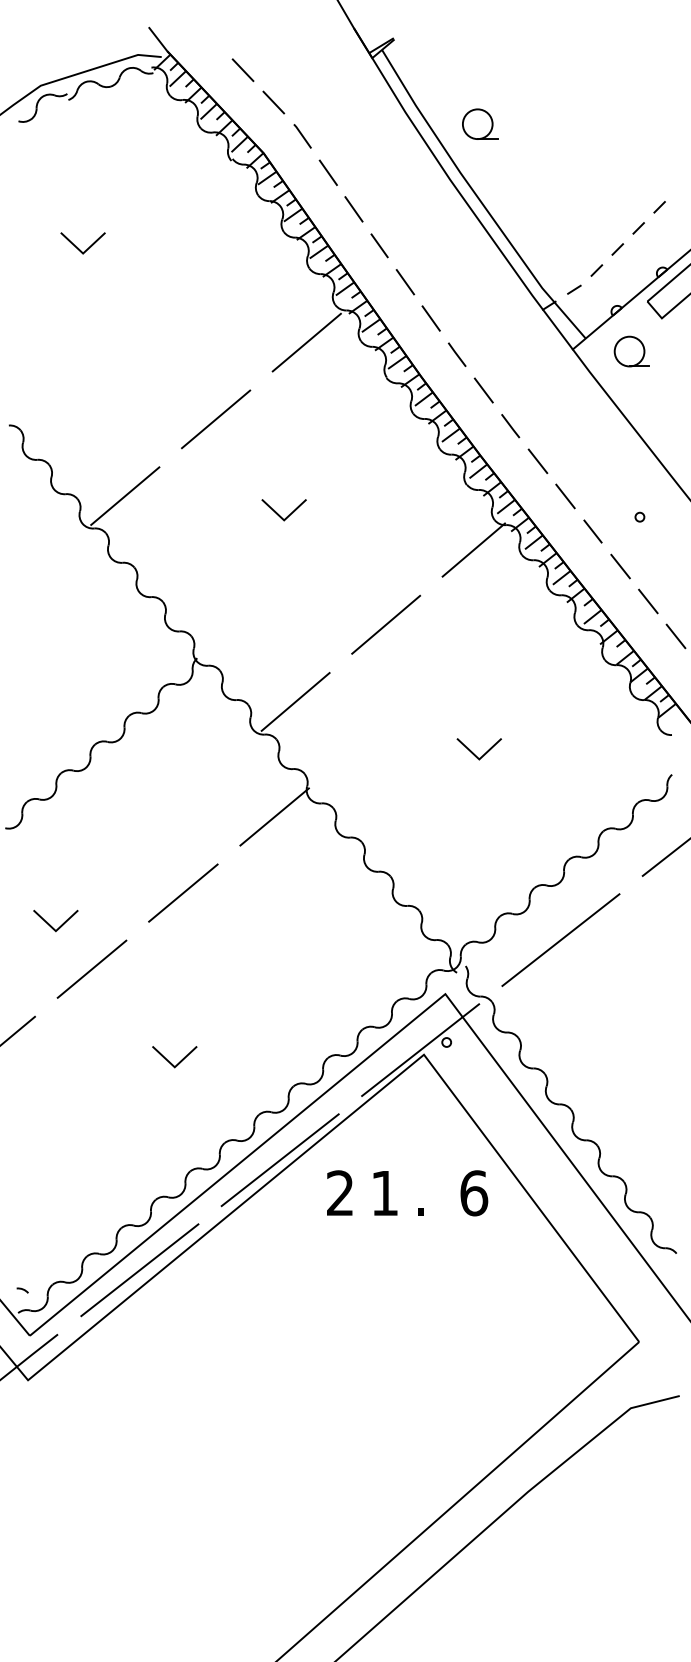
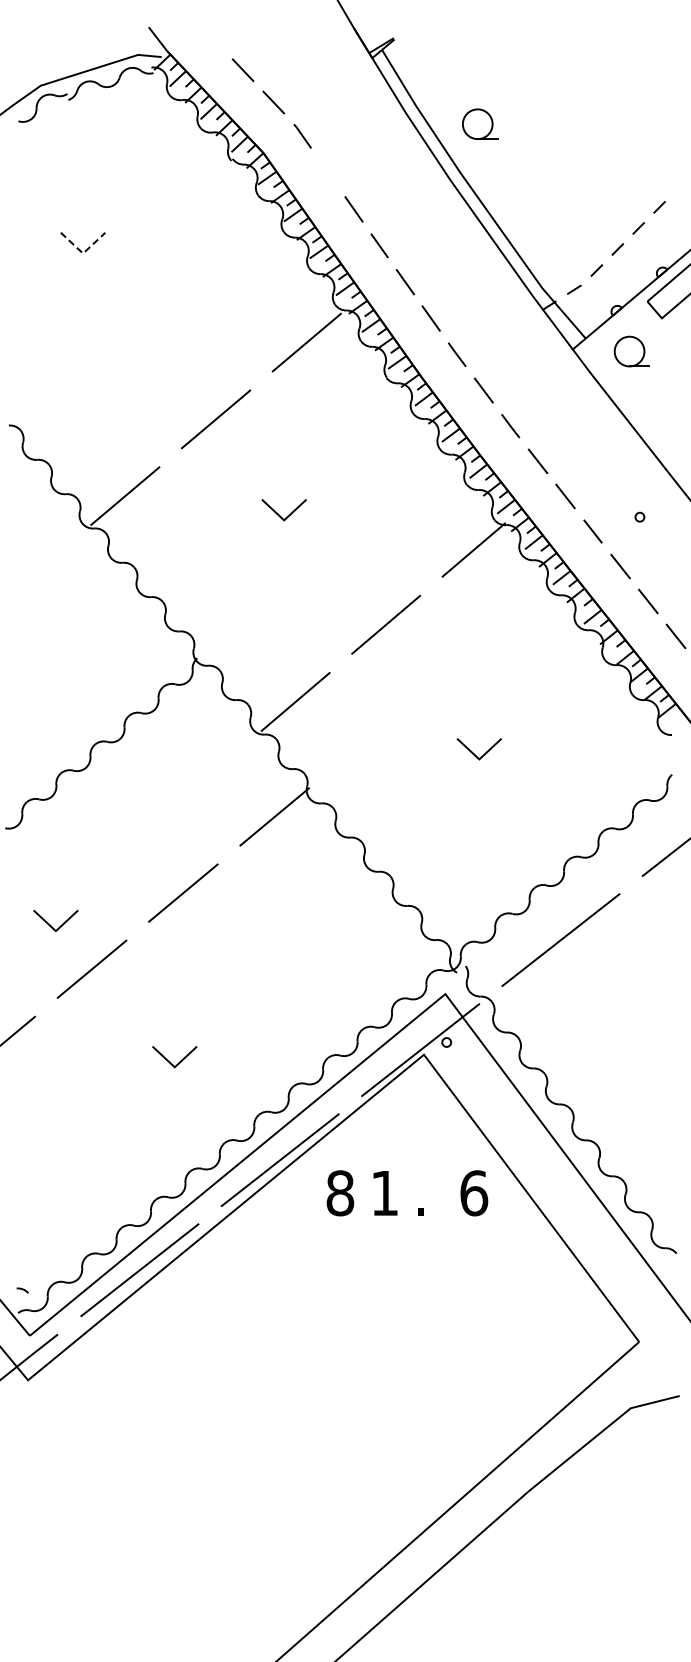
line at (327, 172): present -> none
line at (83, 253): solid -> dashed
text at (340, 1193): 2 -> 8
